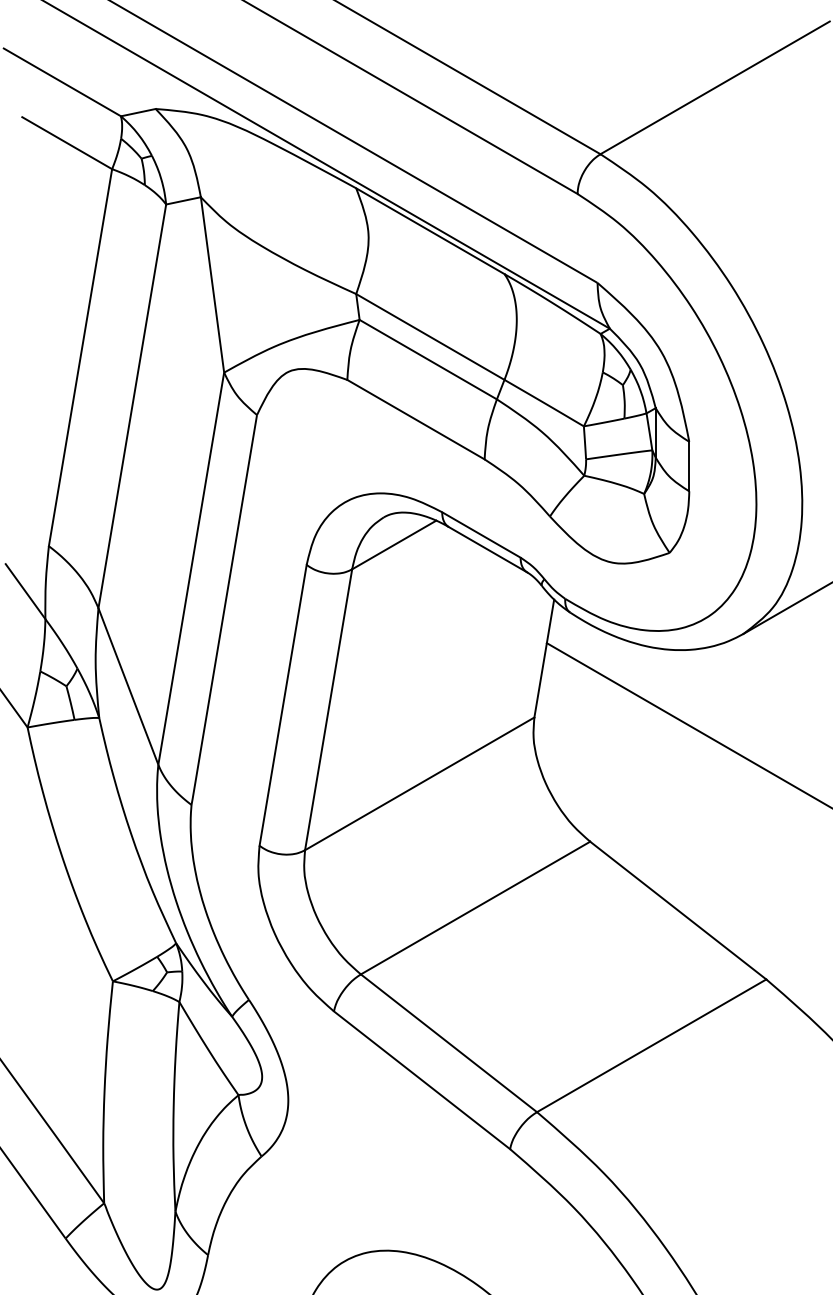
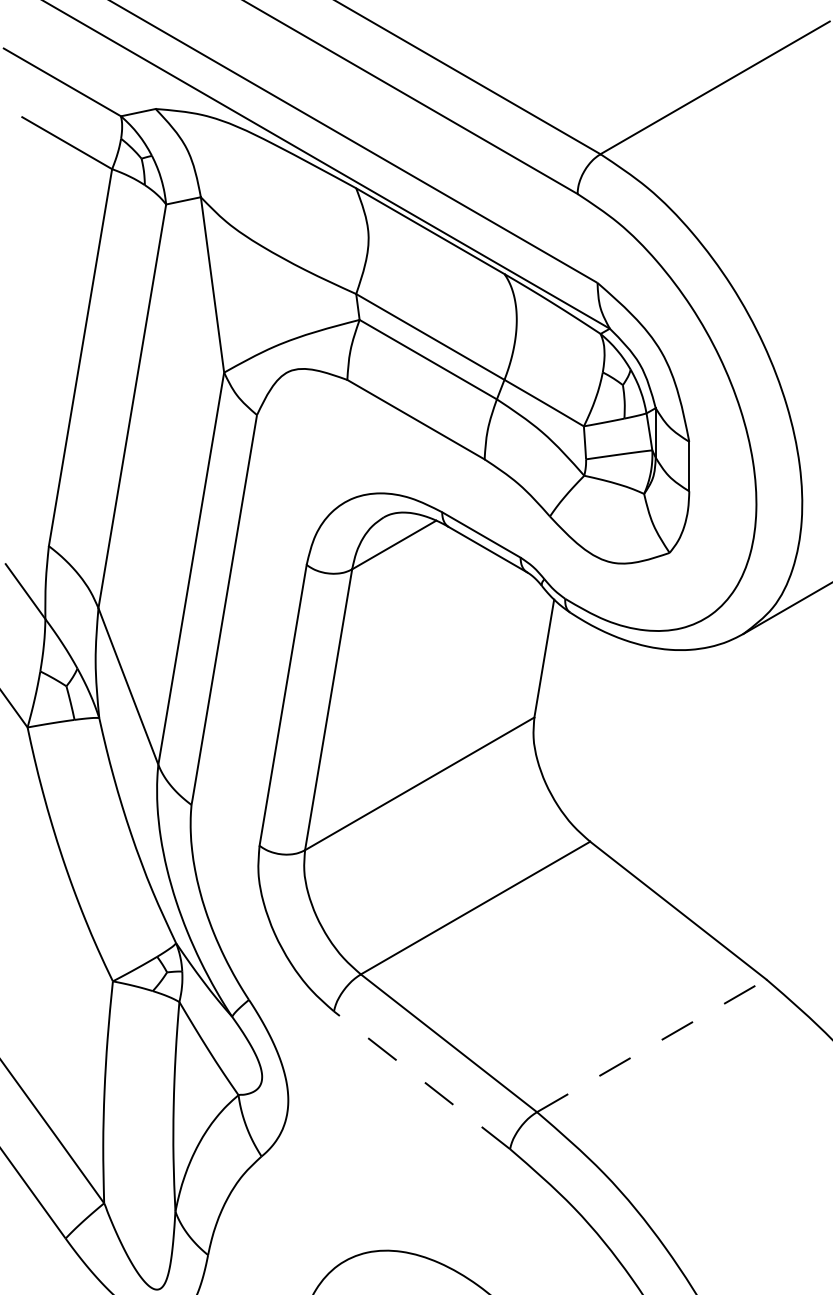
line at (687, 724): present -> none
line at (652, 1045): solid -> dashed
line at (422, 1080): solid -> dashed
